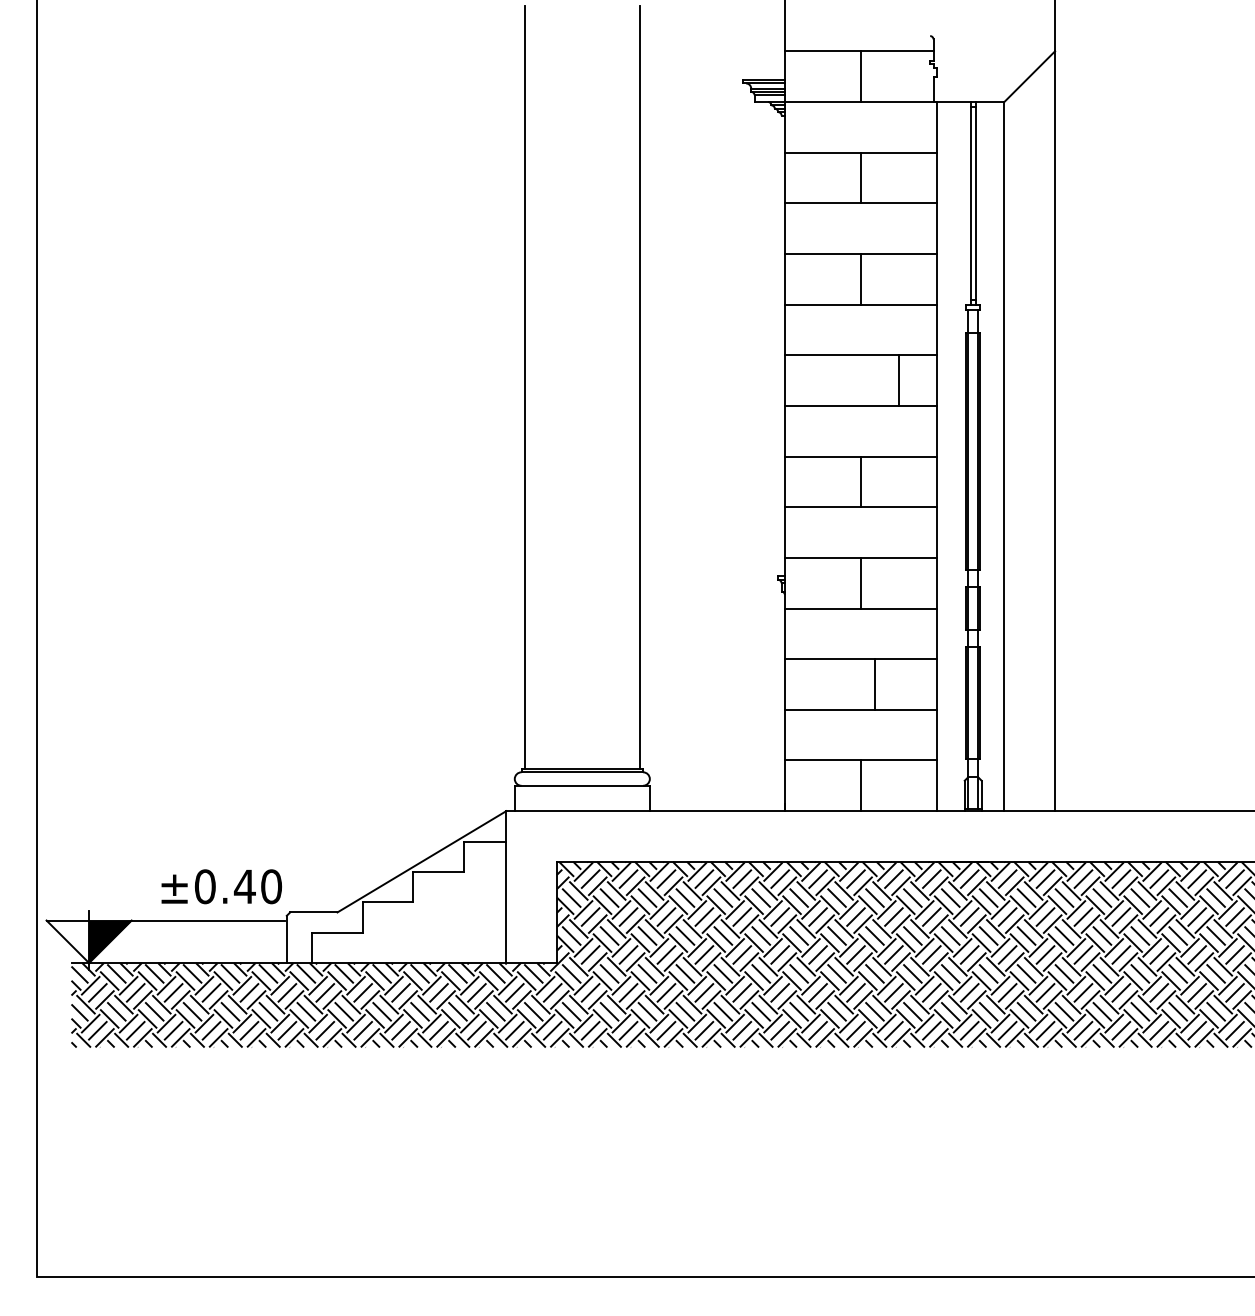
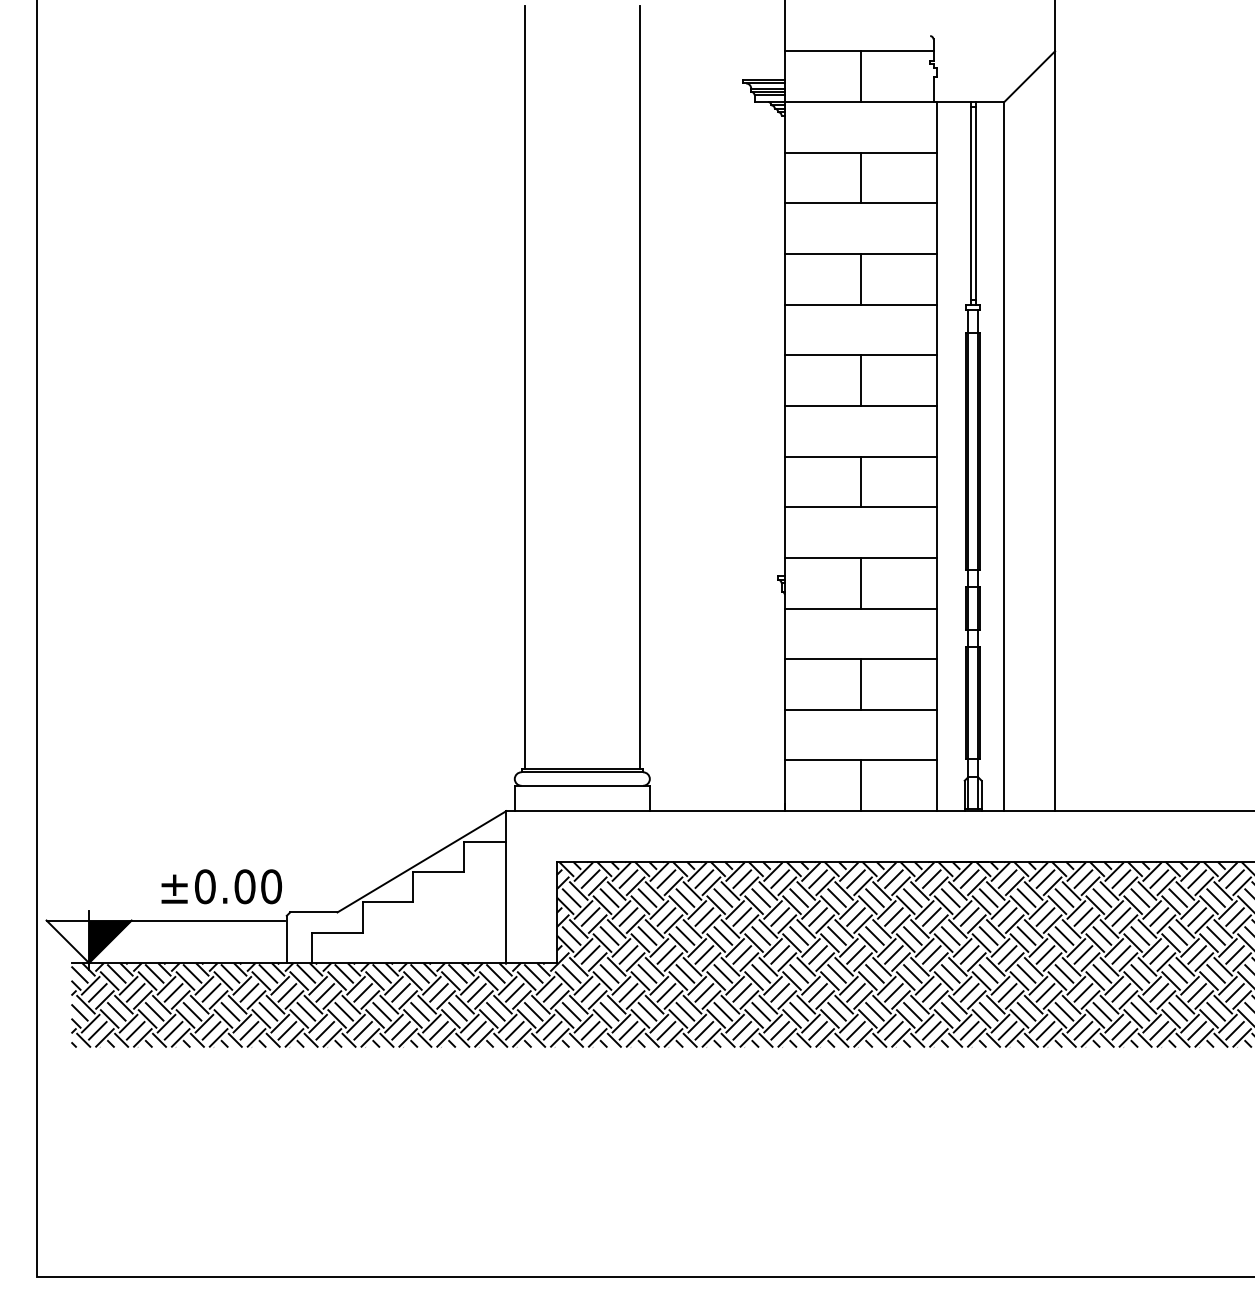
line at (898, 380) position: (898, 380) -> (860, 380)
line at (874, 684) position: (874, 684) -> (860, 684)
text at (244, 886): ±0.40 -> ±0.00
